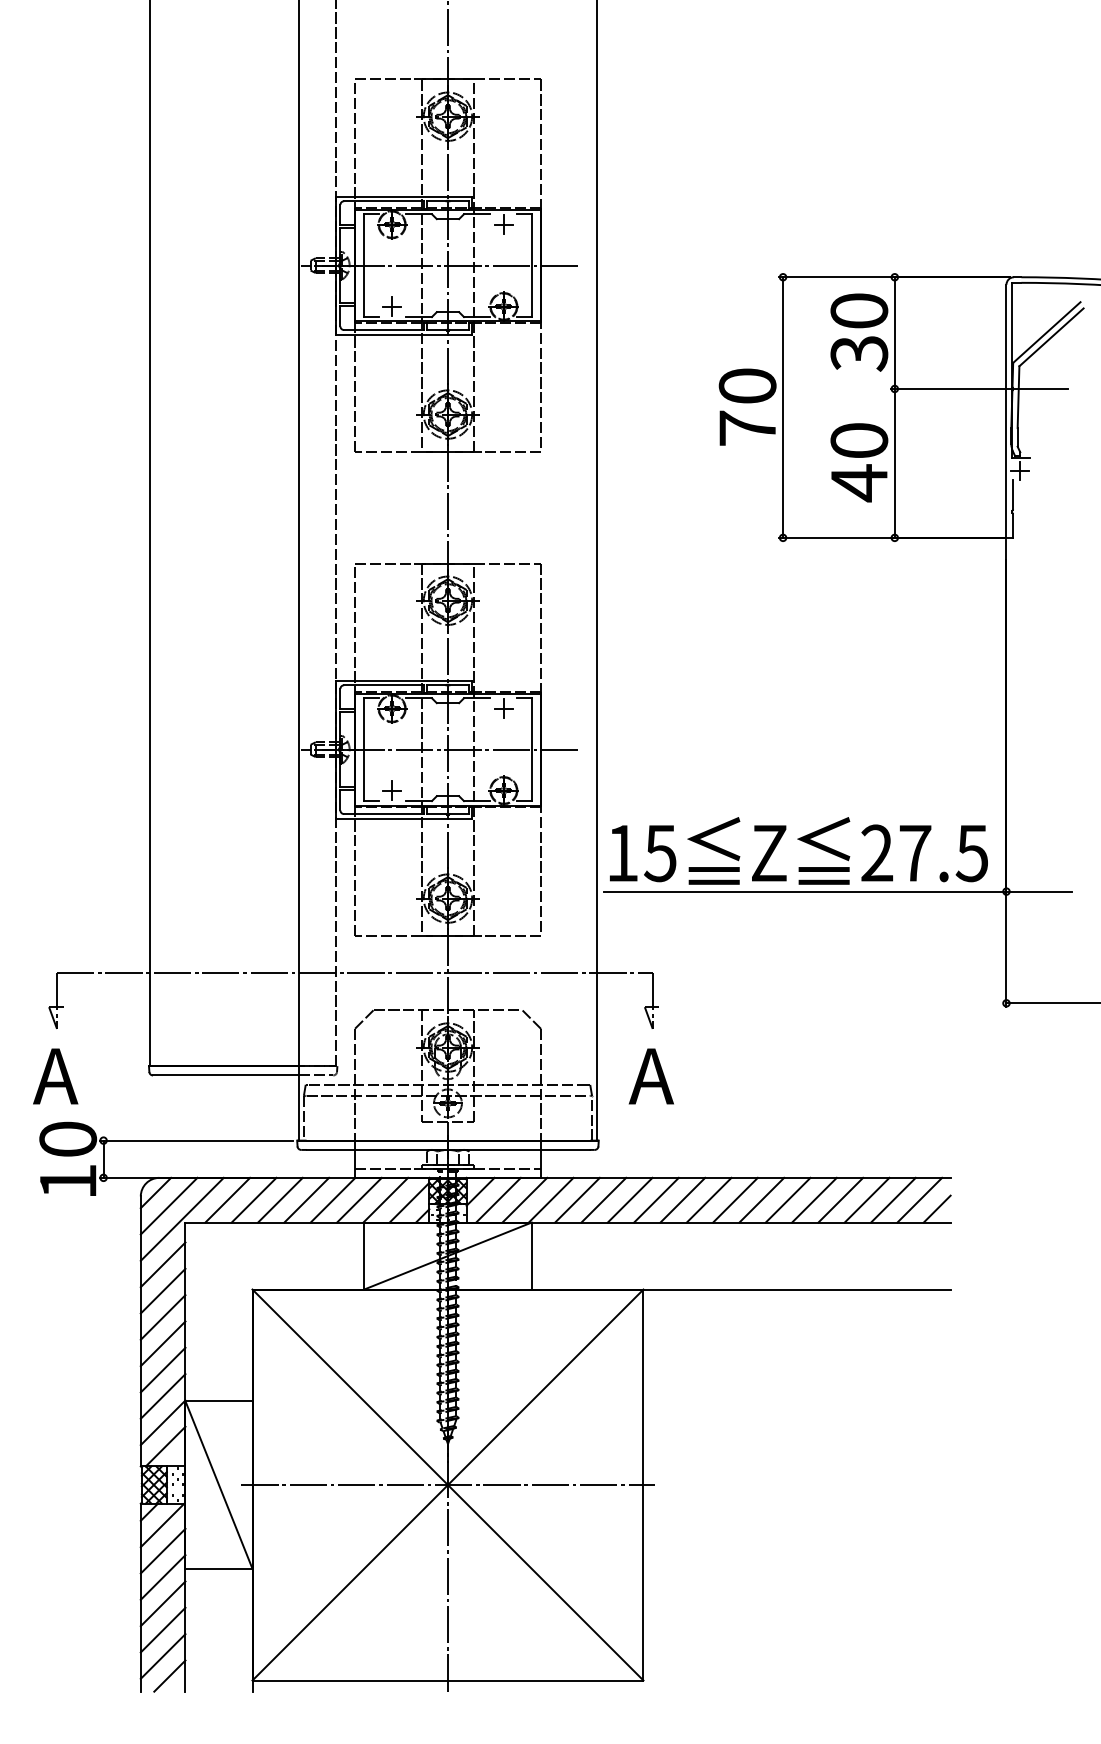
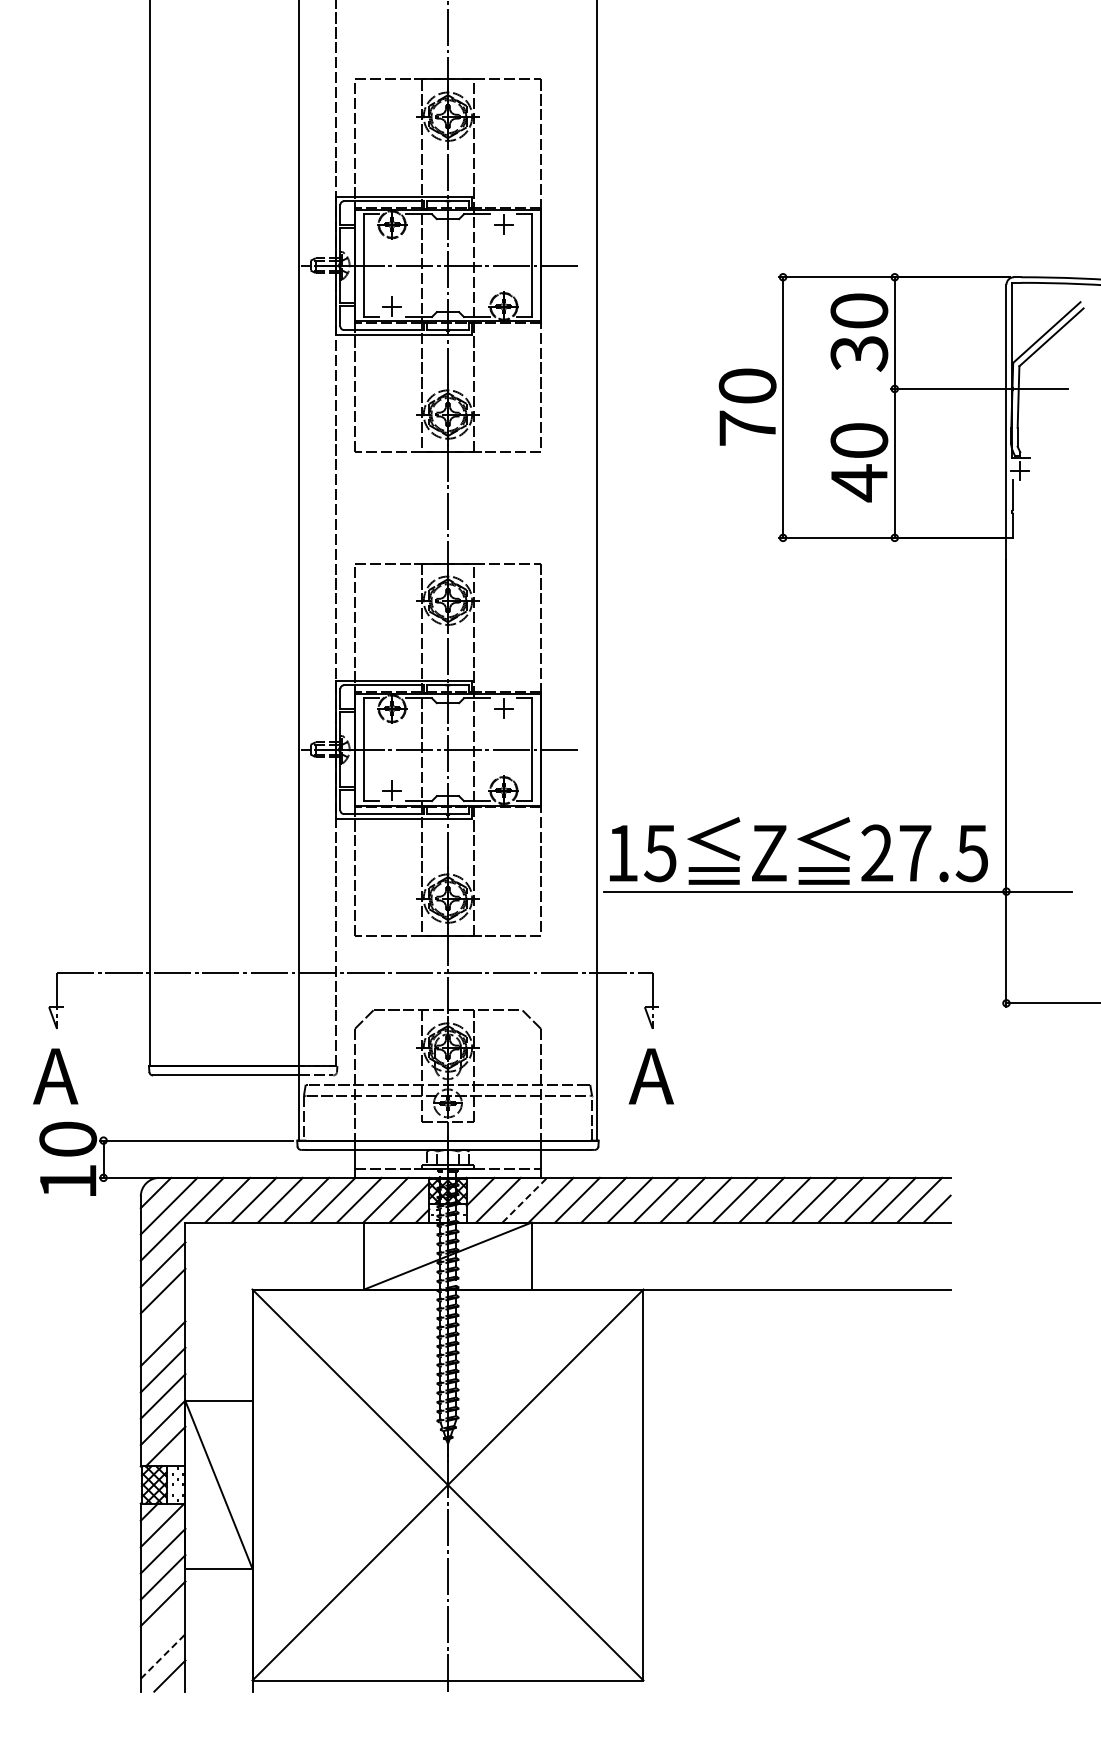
line at (524, 1200): solid -> dashed
line at (162, 1317): present -> none
line at (447, 1485): present -> none
line at (162, 1629): present -> none
line at (163, 1656): solid -> dashed
